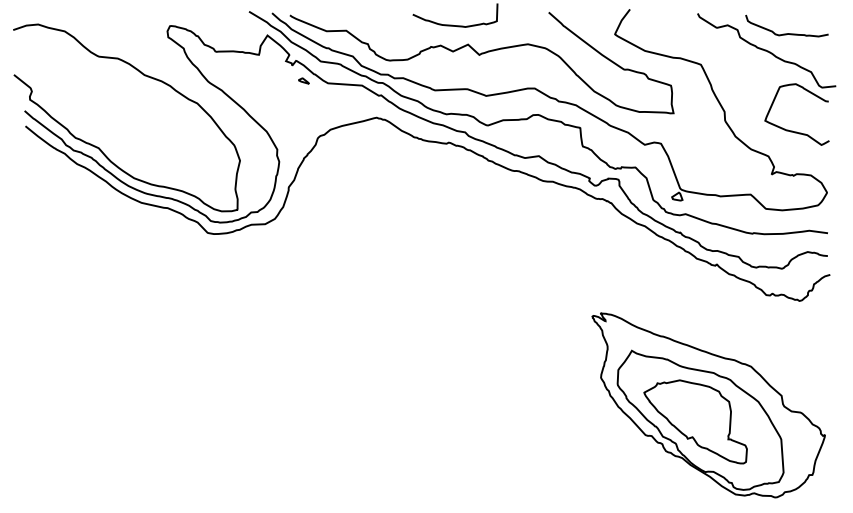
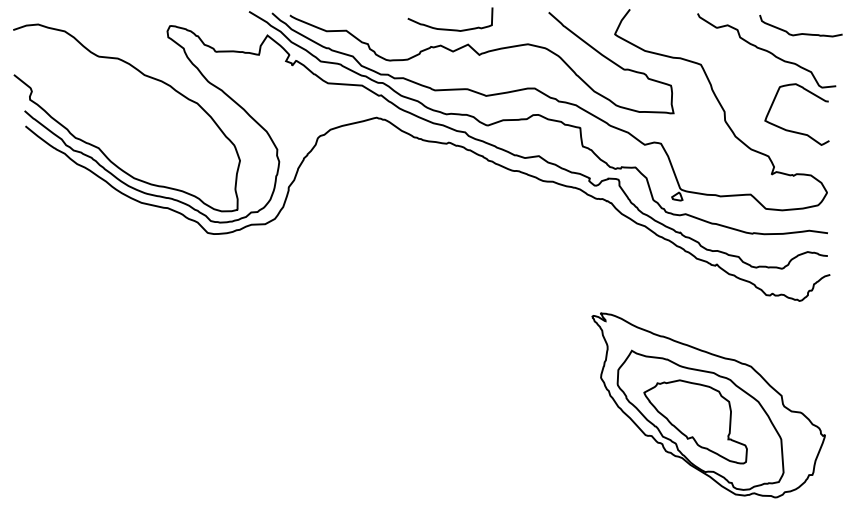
curve at (452, 24) position: (452, 24) -> (447, 28)
curve at (786, 33) position: (786, 33) -> (800, 33)
part at (303, 80): present -> none
